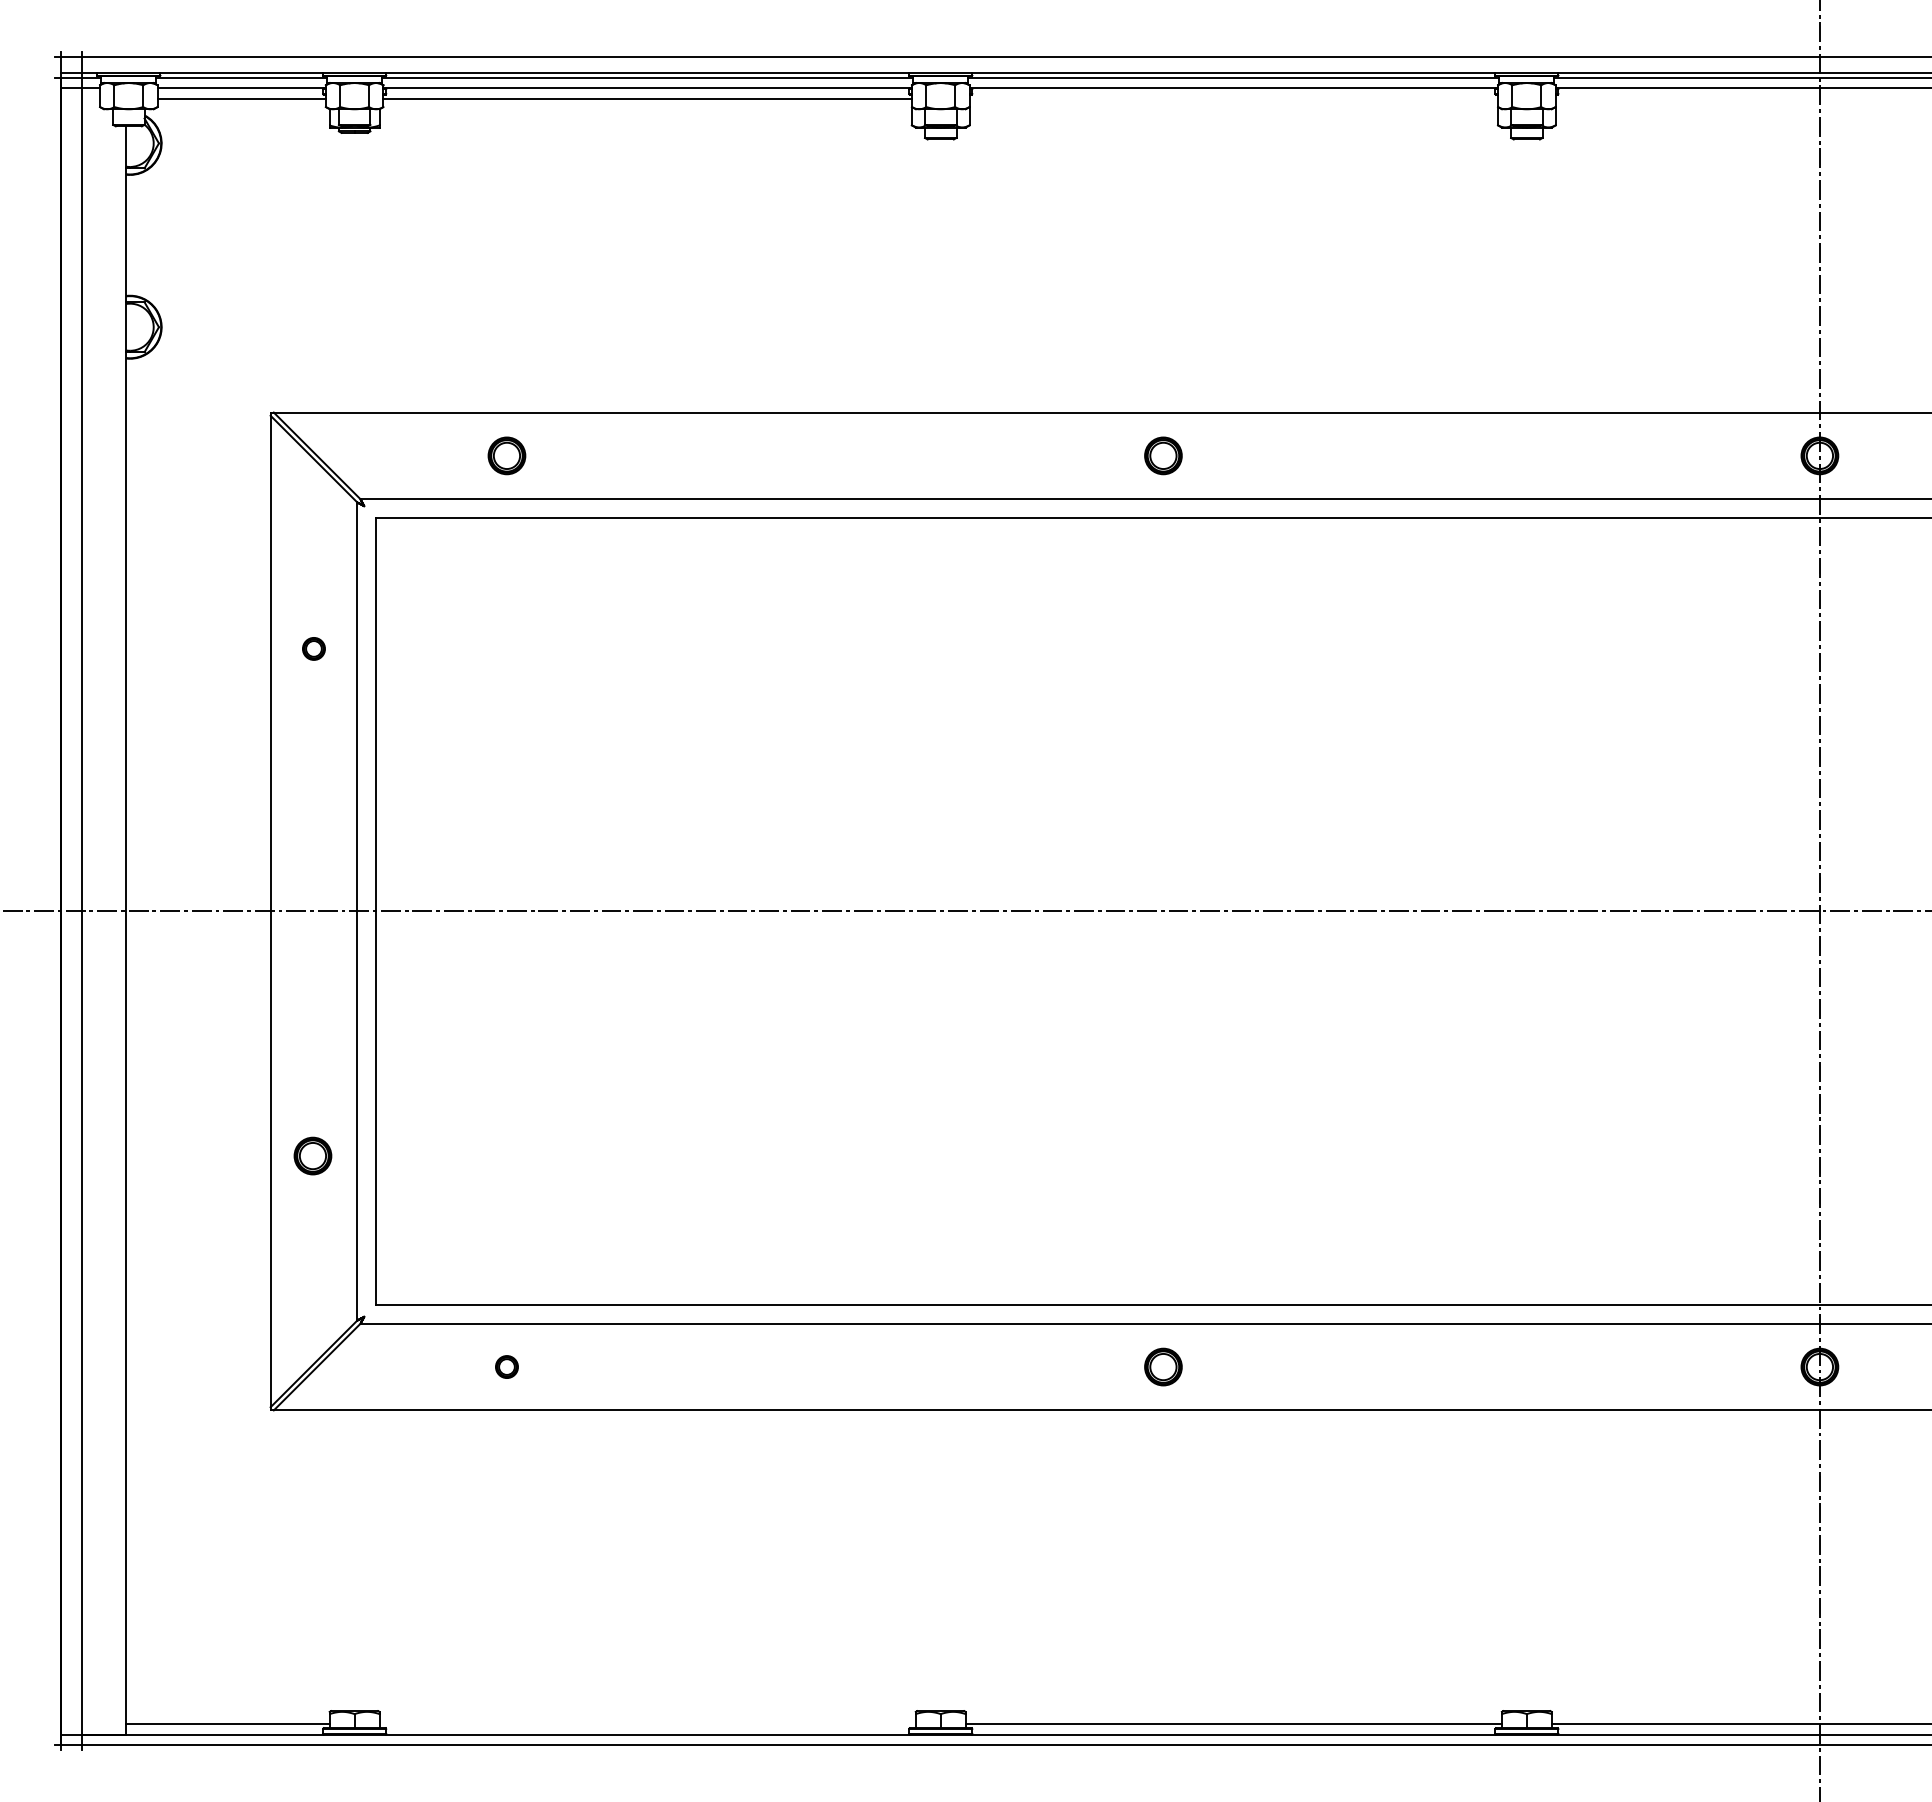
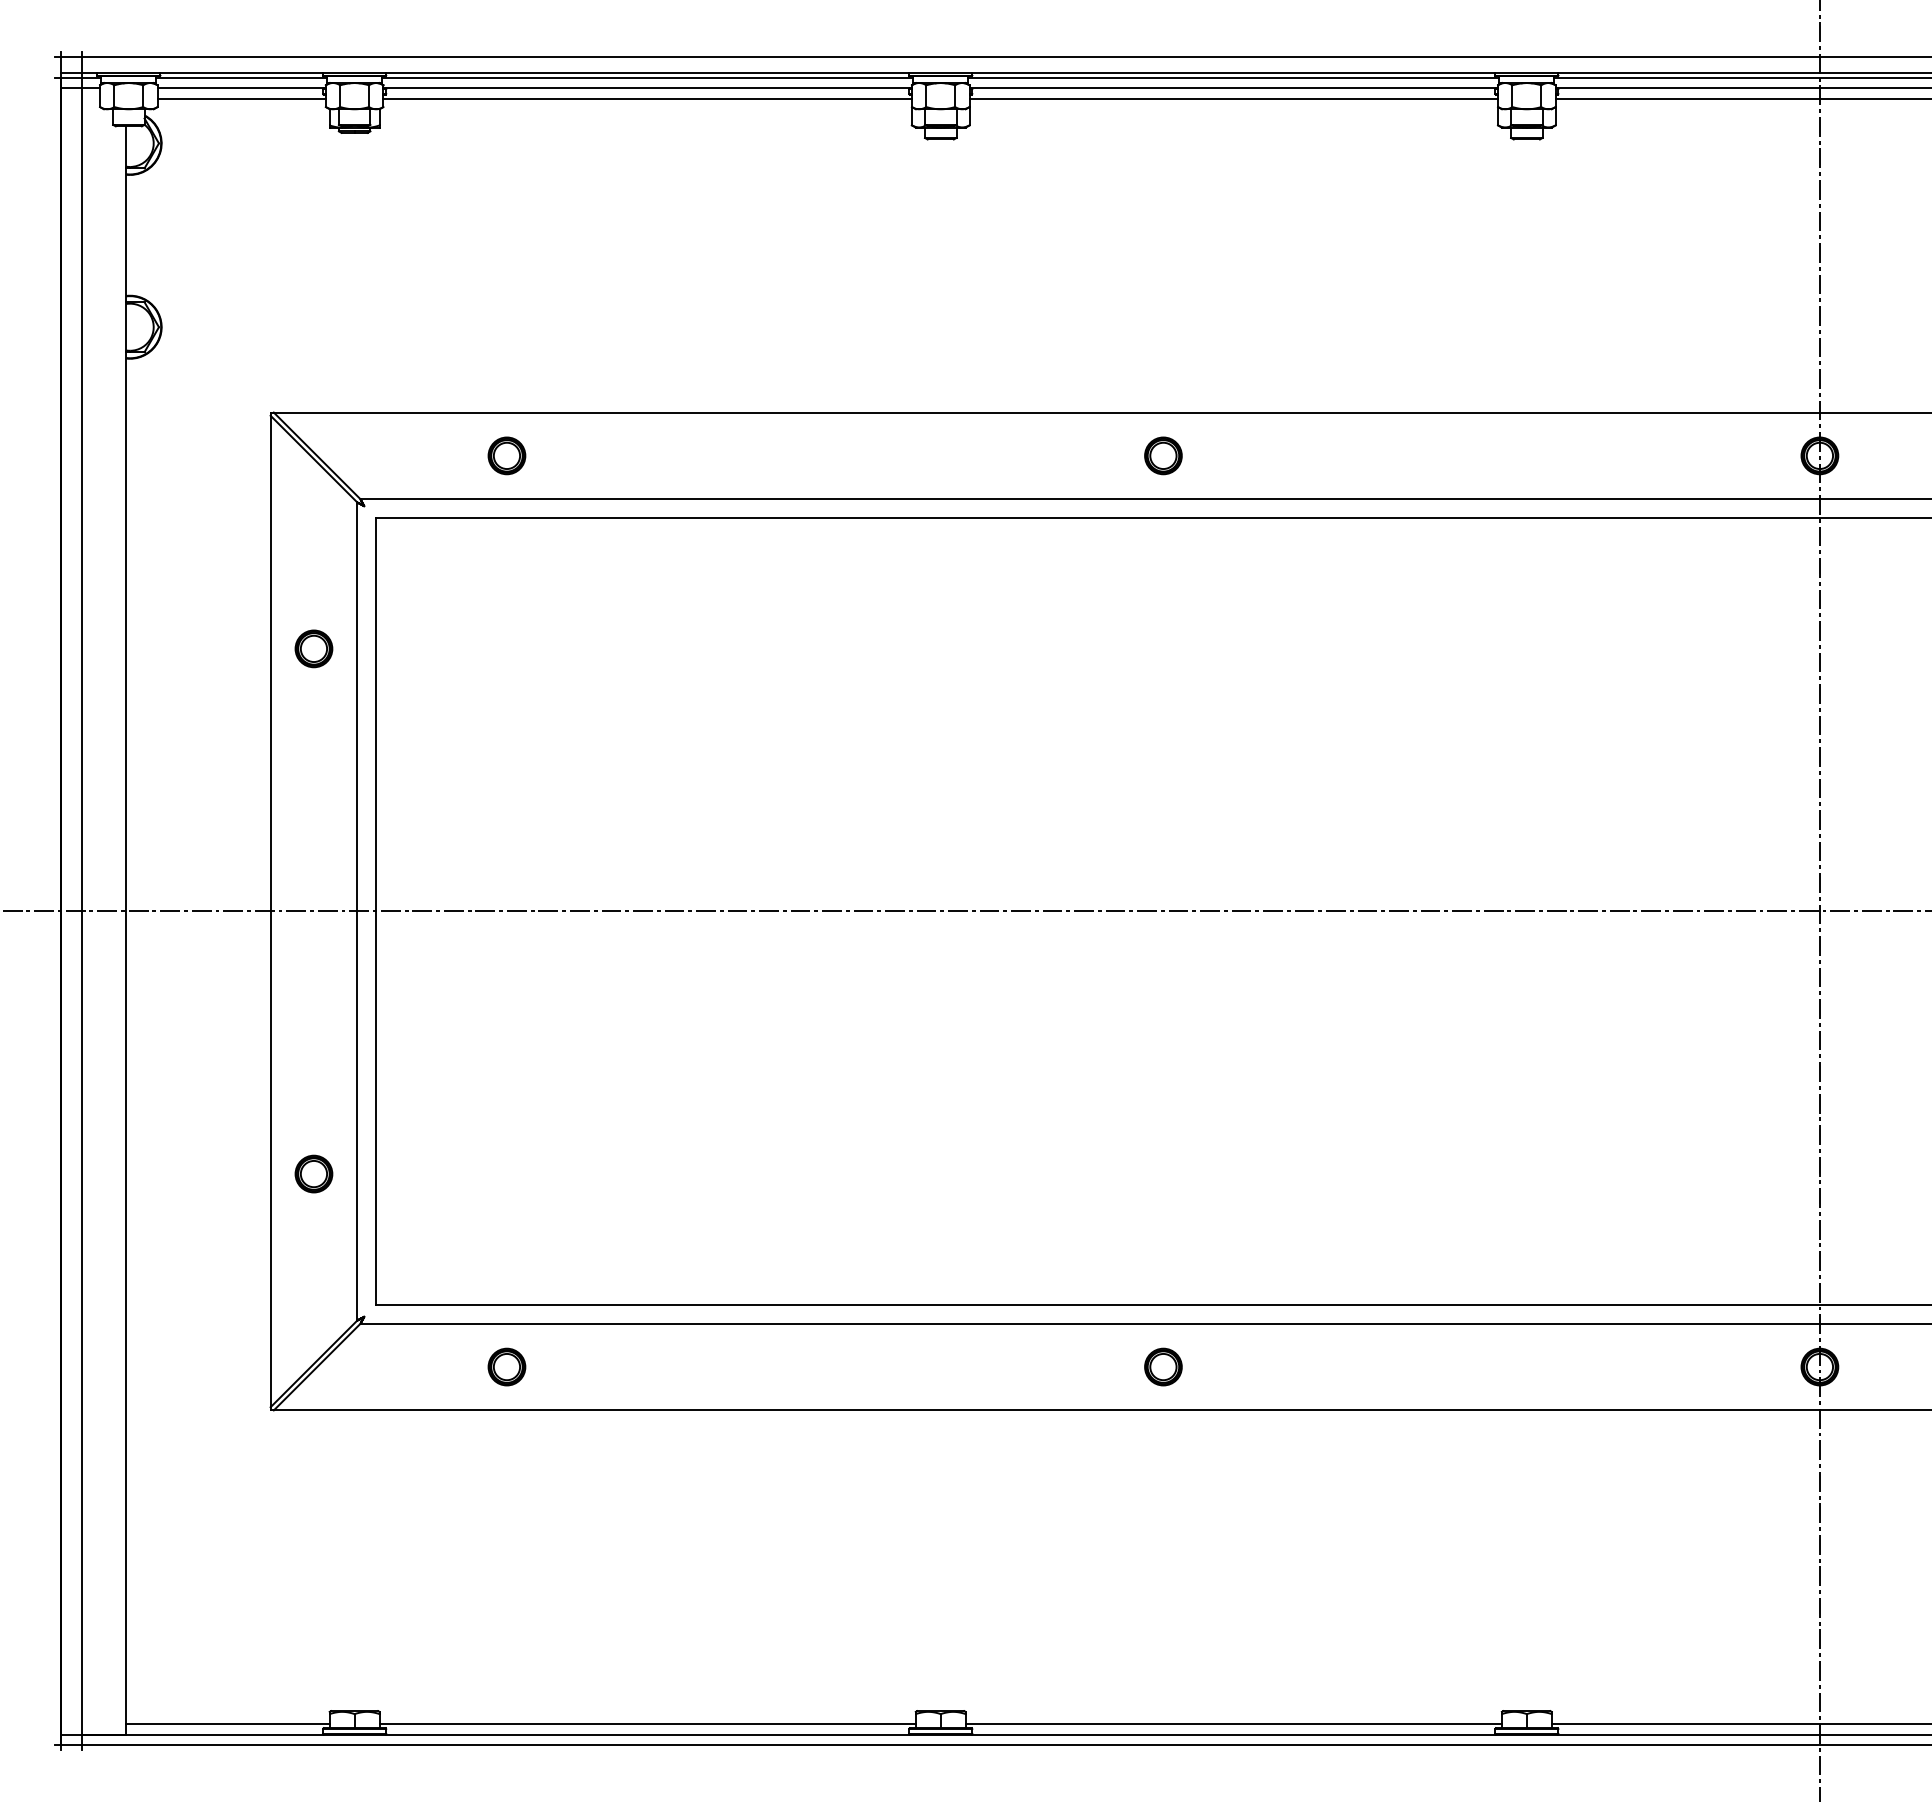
line at (1233, 98): none -> present
line at (1741, 98): none -> present
part at (313, 648) size: 24x24 px -> 40x40 px
part at (312, 1155) position: (312, 1155) -> (313, 1173)
part at (506, 1366) size: 24x24 px -> 40x40 px
line at (647, 1724): none -> present
